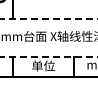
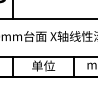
line at (49, 19): dashed -> solid
line at (49, 56): dashed -> solid
